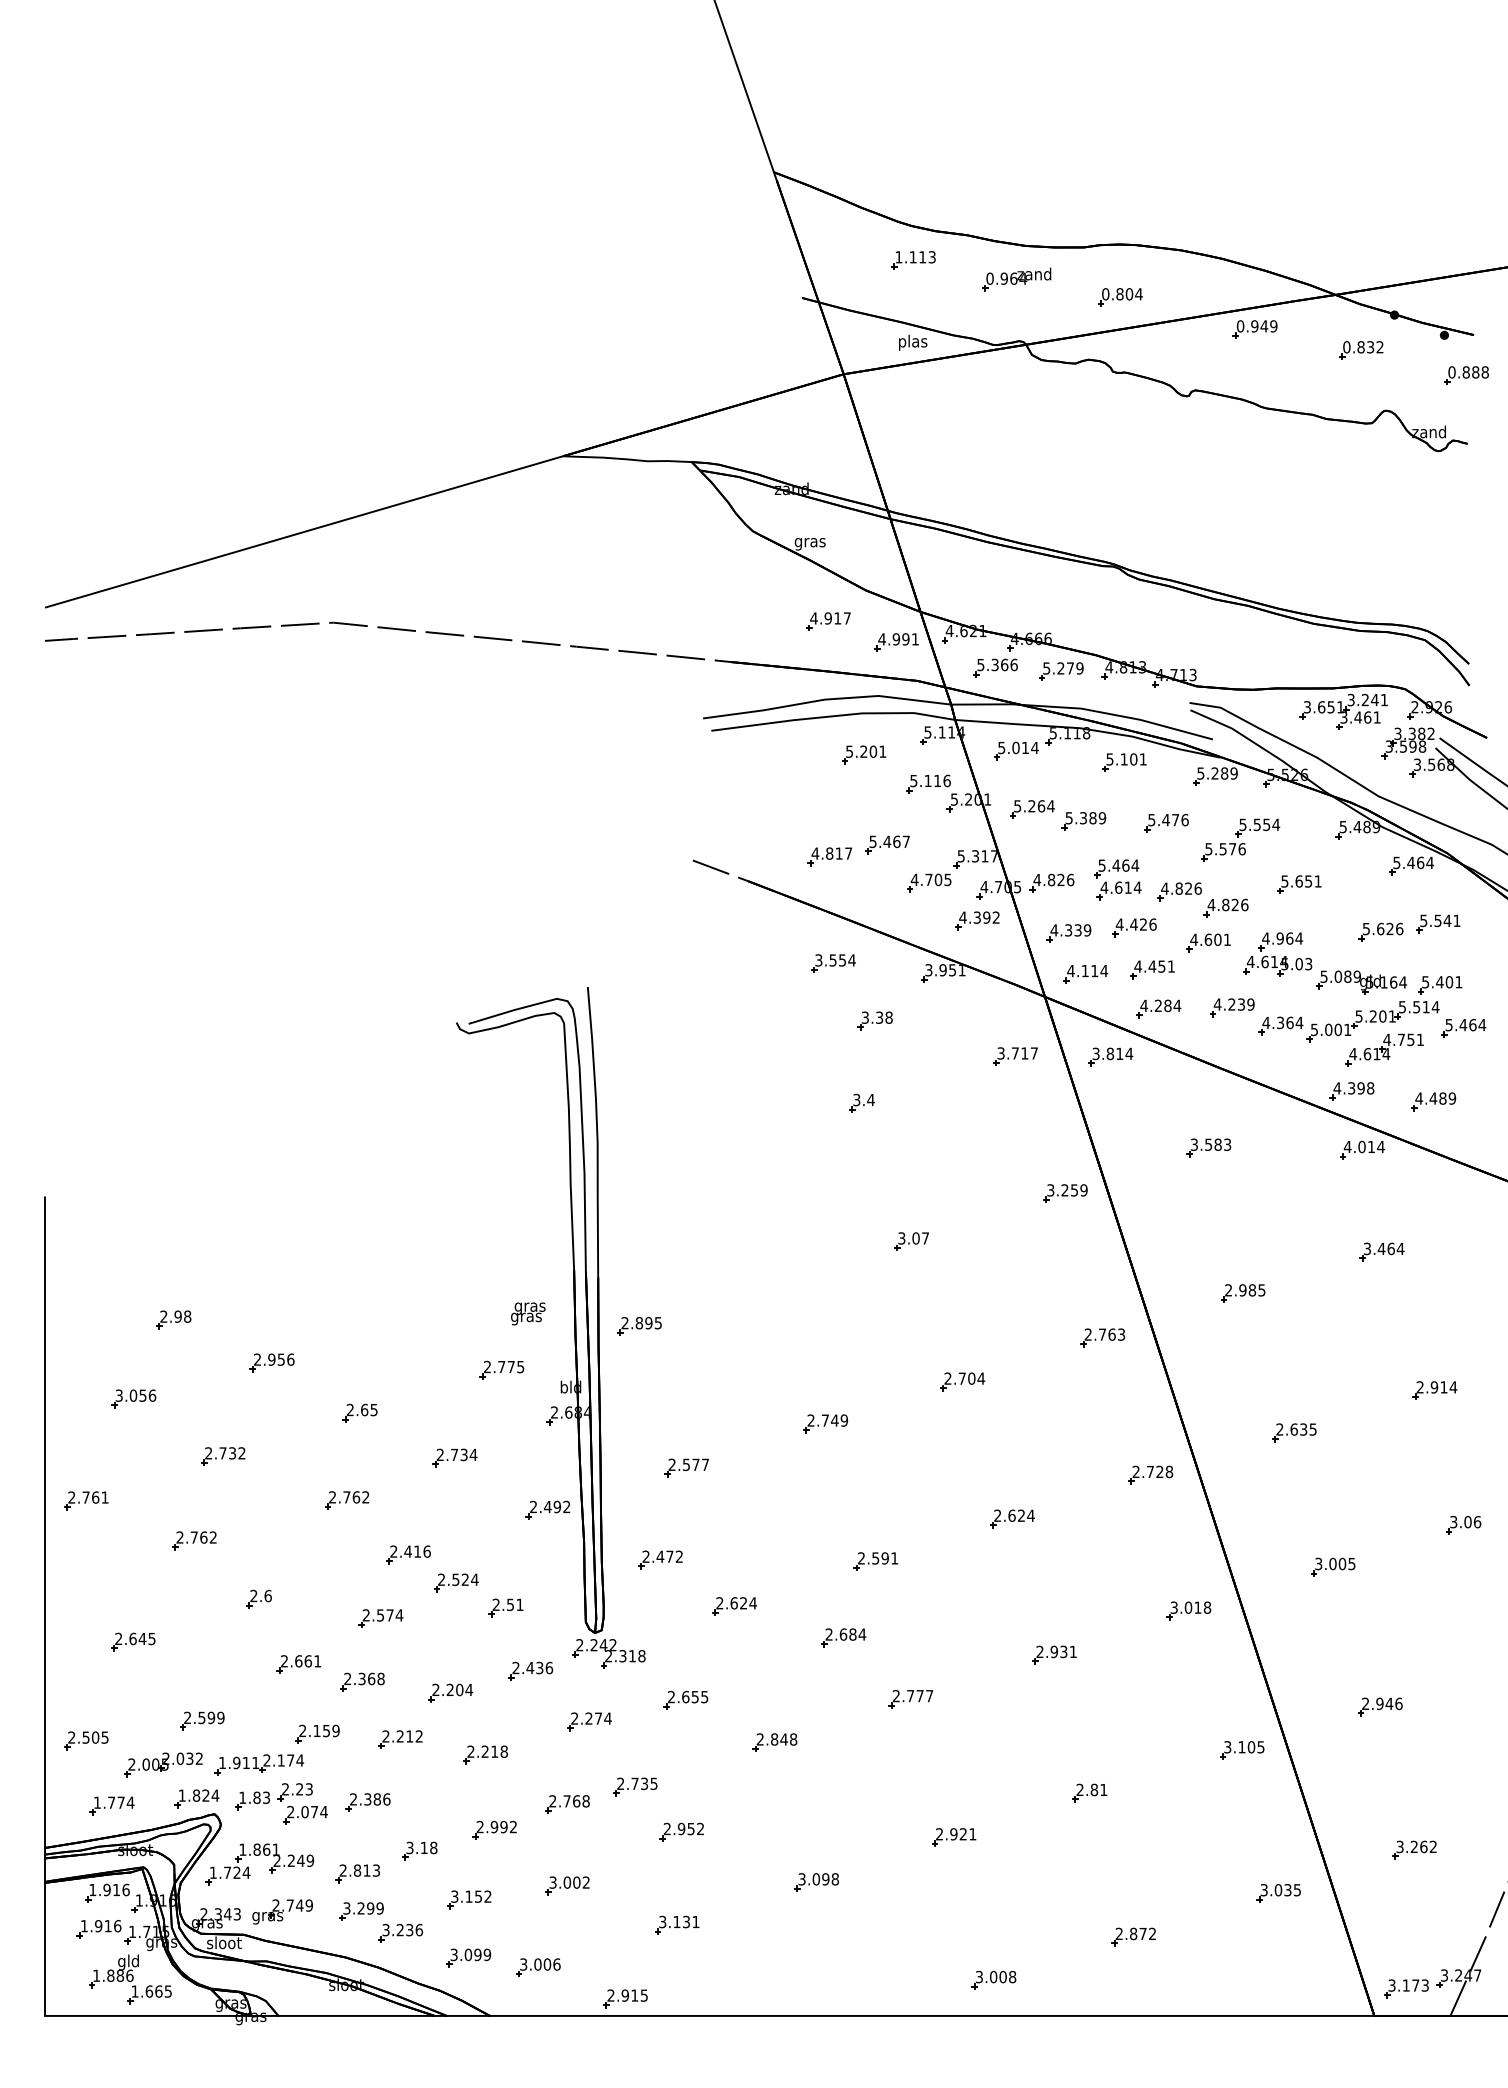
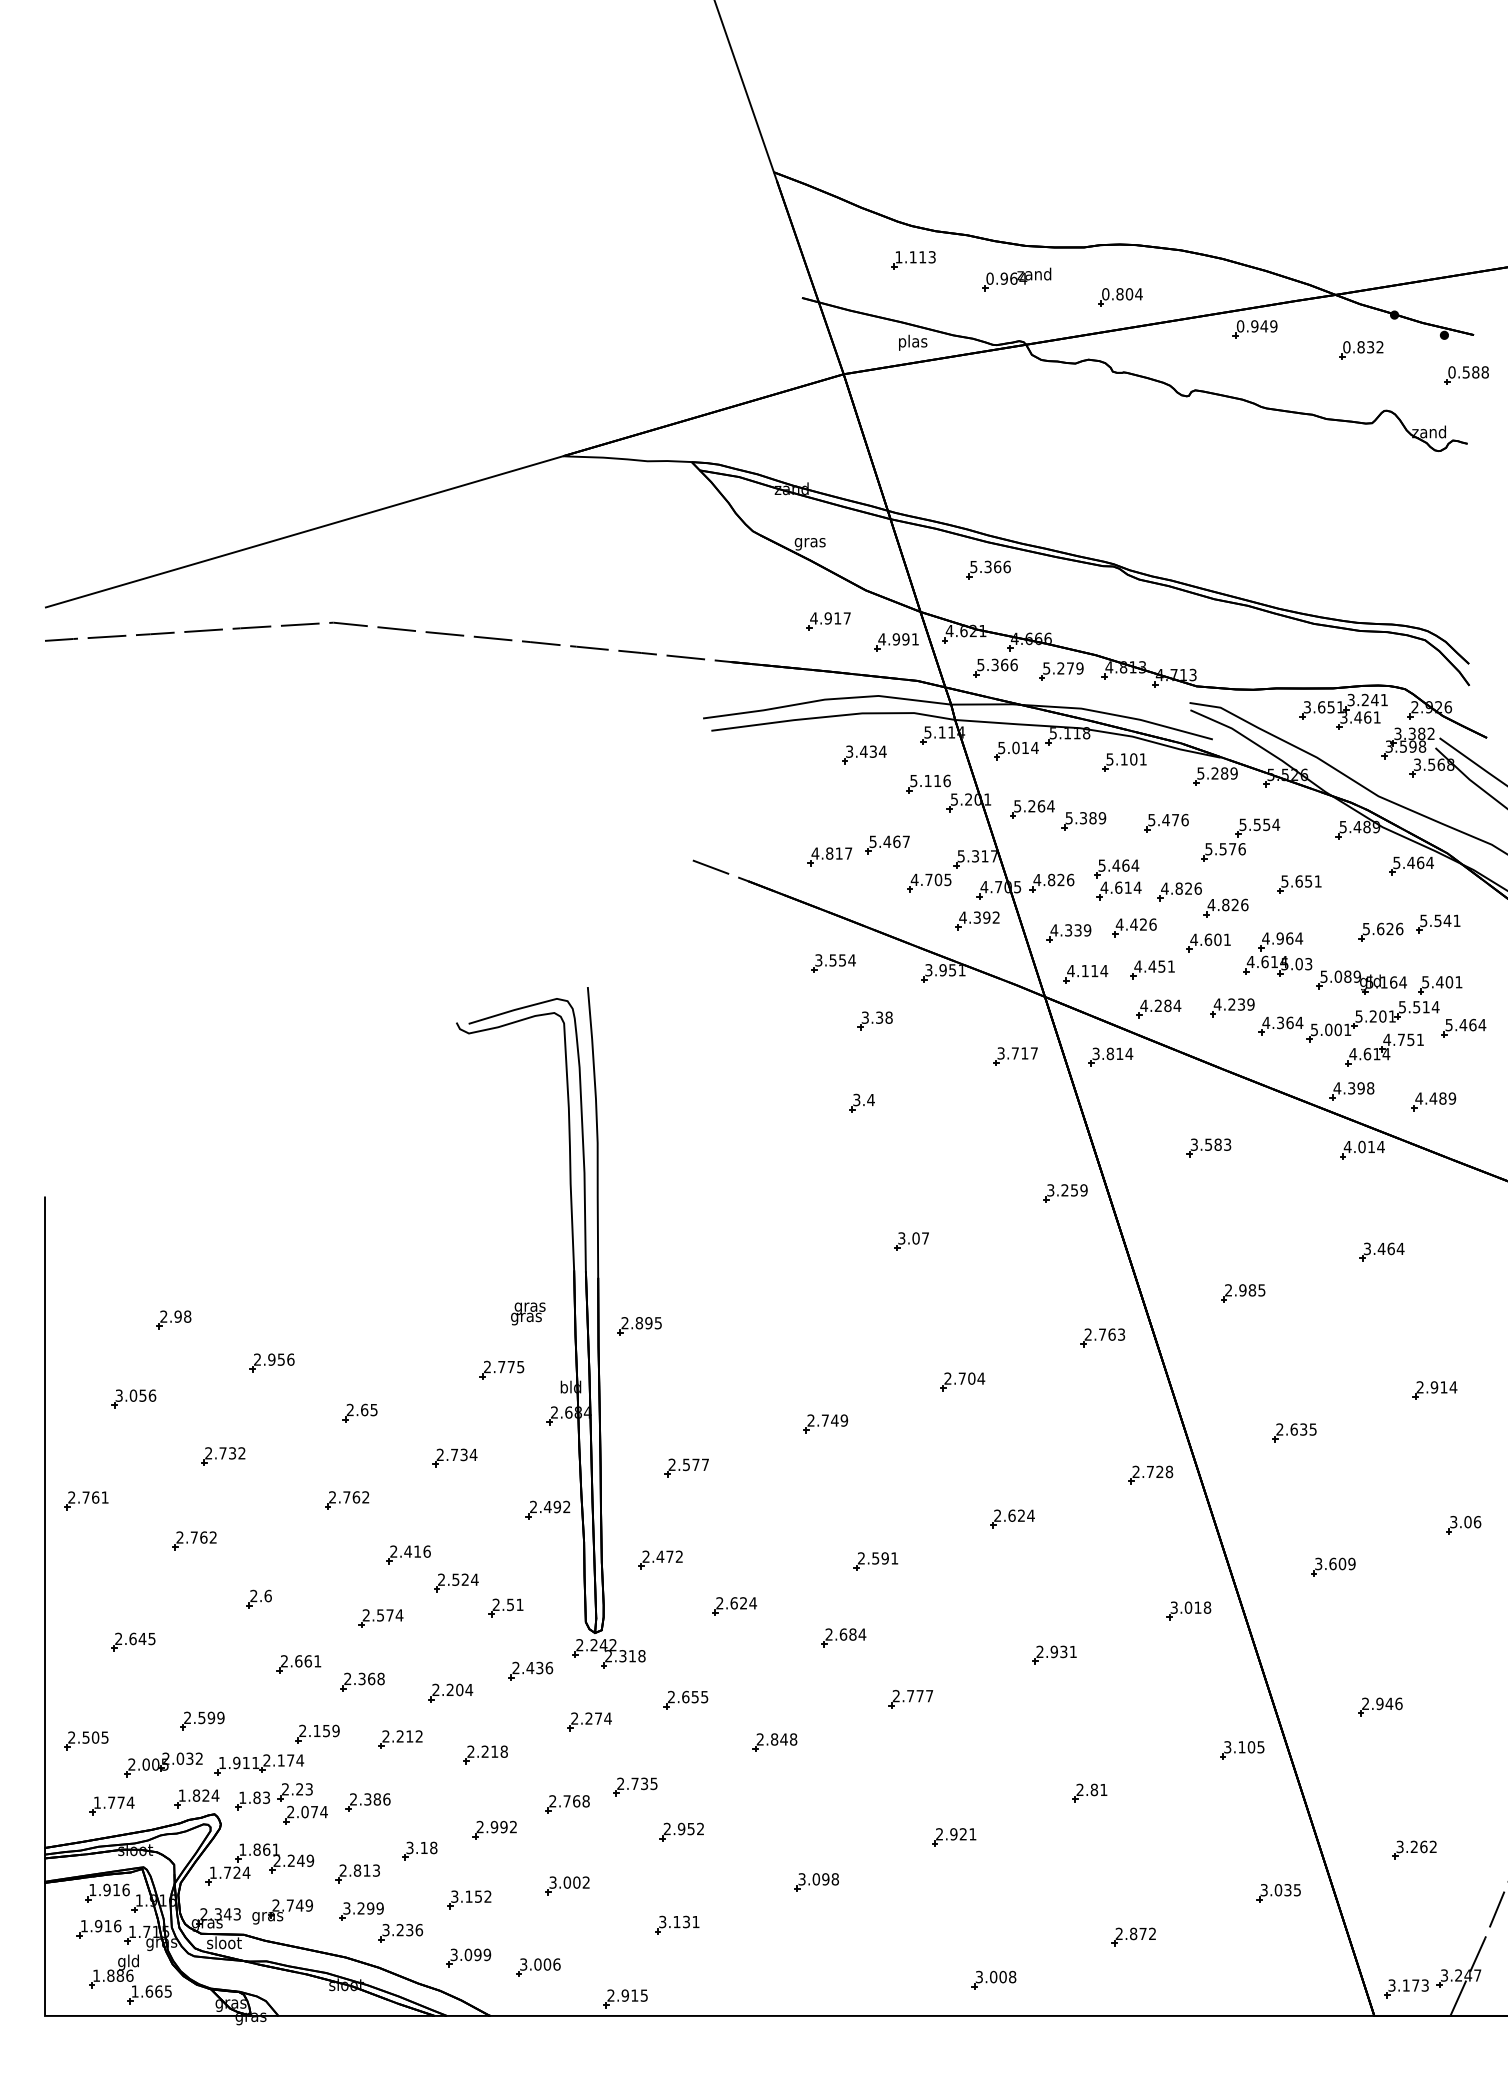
text at (1465, 372): 0.888 -> 0.588
part at (988, 569): none -> present
text at (866, 751): 5.201 -> 3.434
text at (1342, 1563): 3.005 -> 3.609
